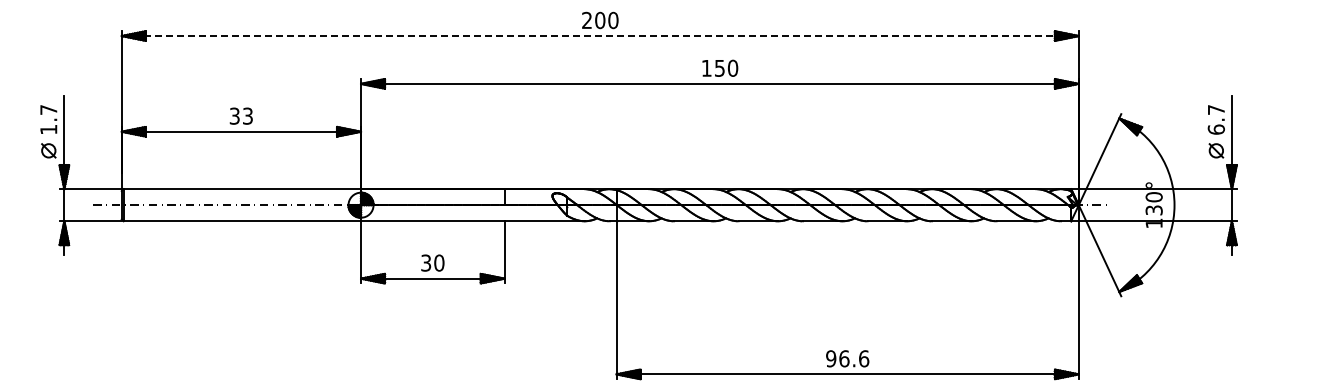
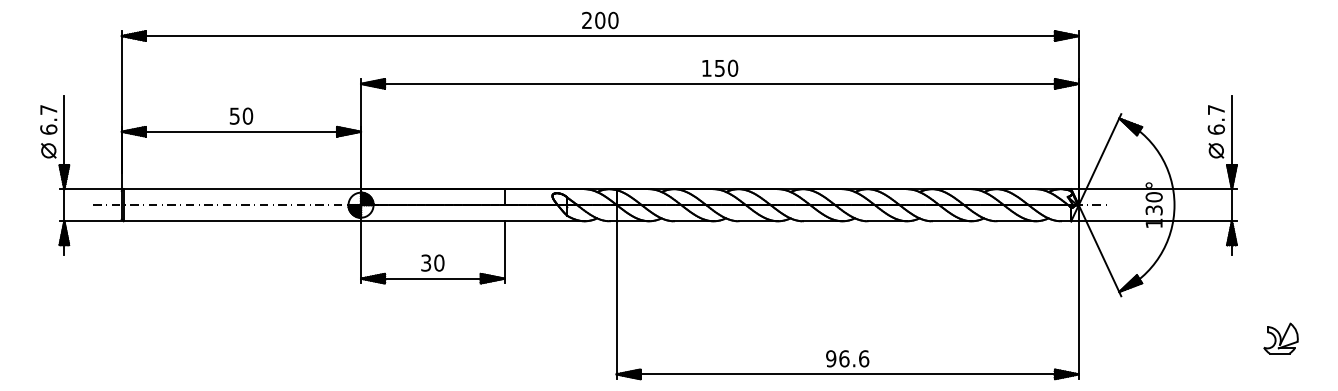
line at (600, 36): dashed -> solid
text at (241, 115): 33 -> 50
text at (48, 129): 1.7 -> 6.7
part at (1280, 338): none -> present
